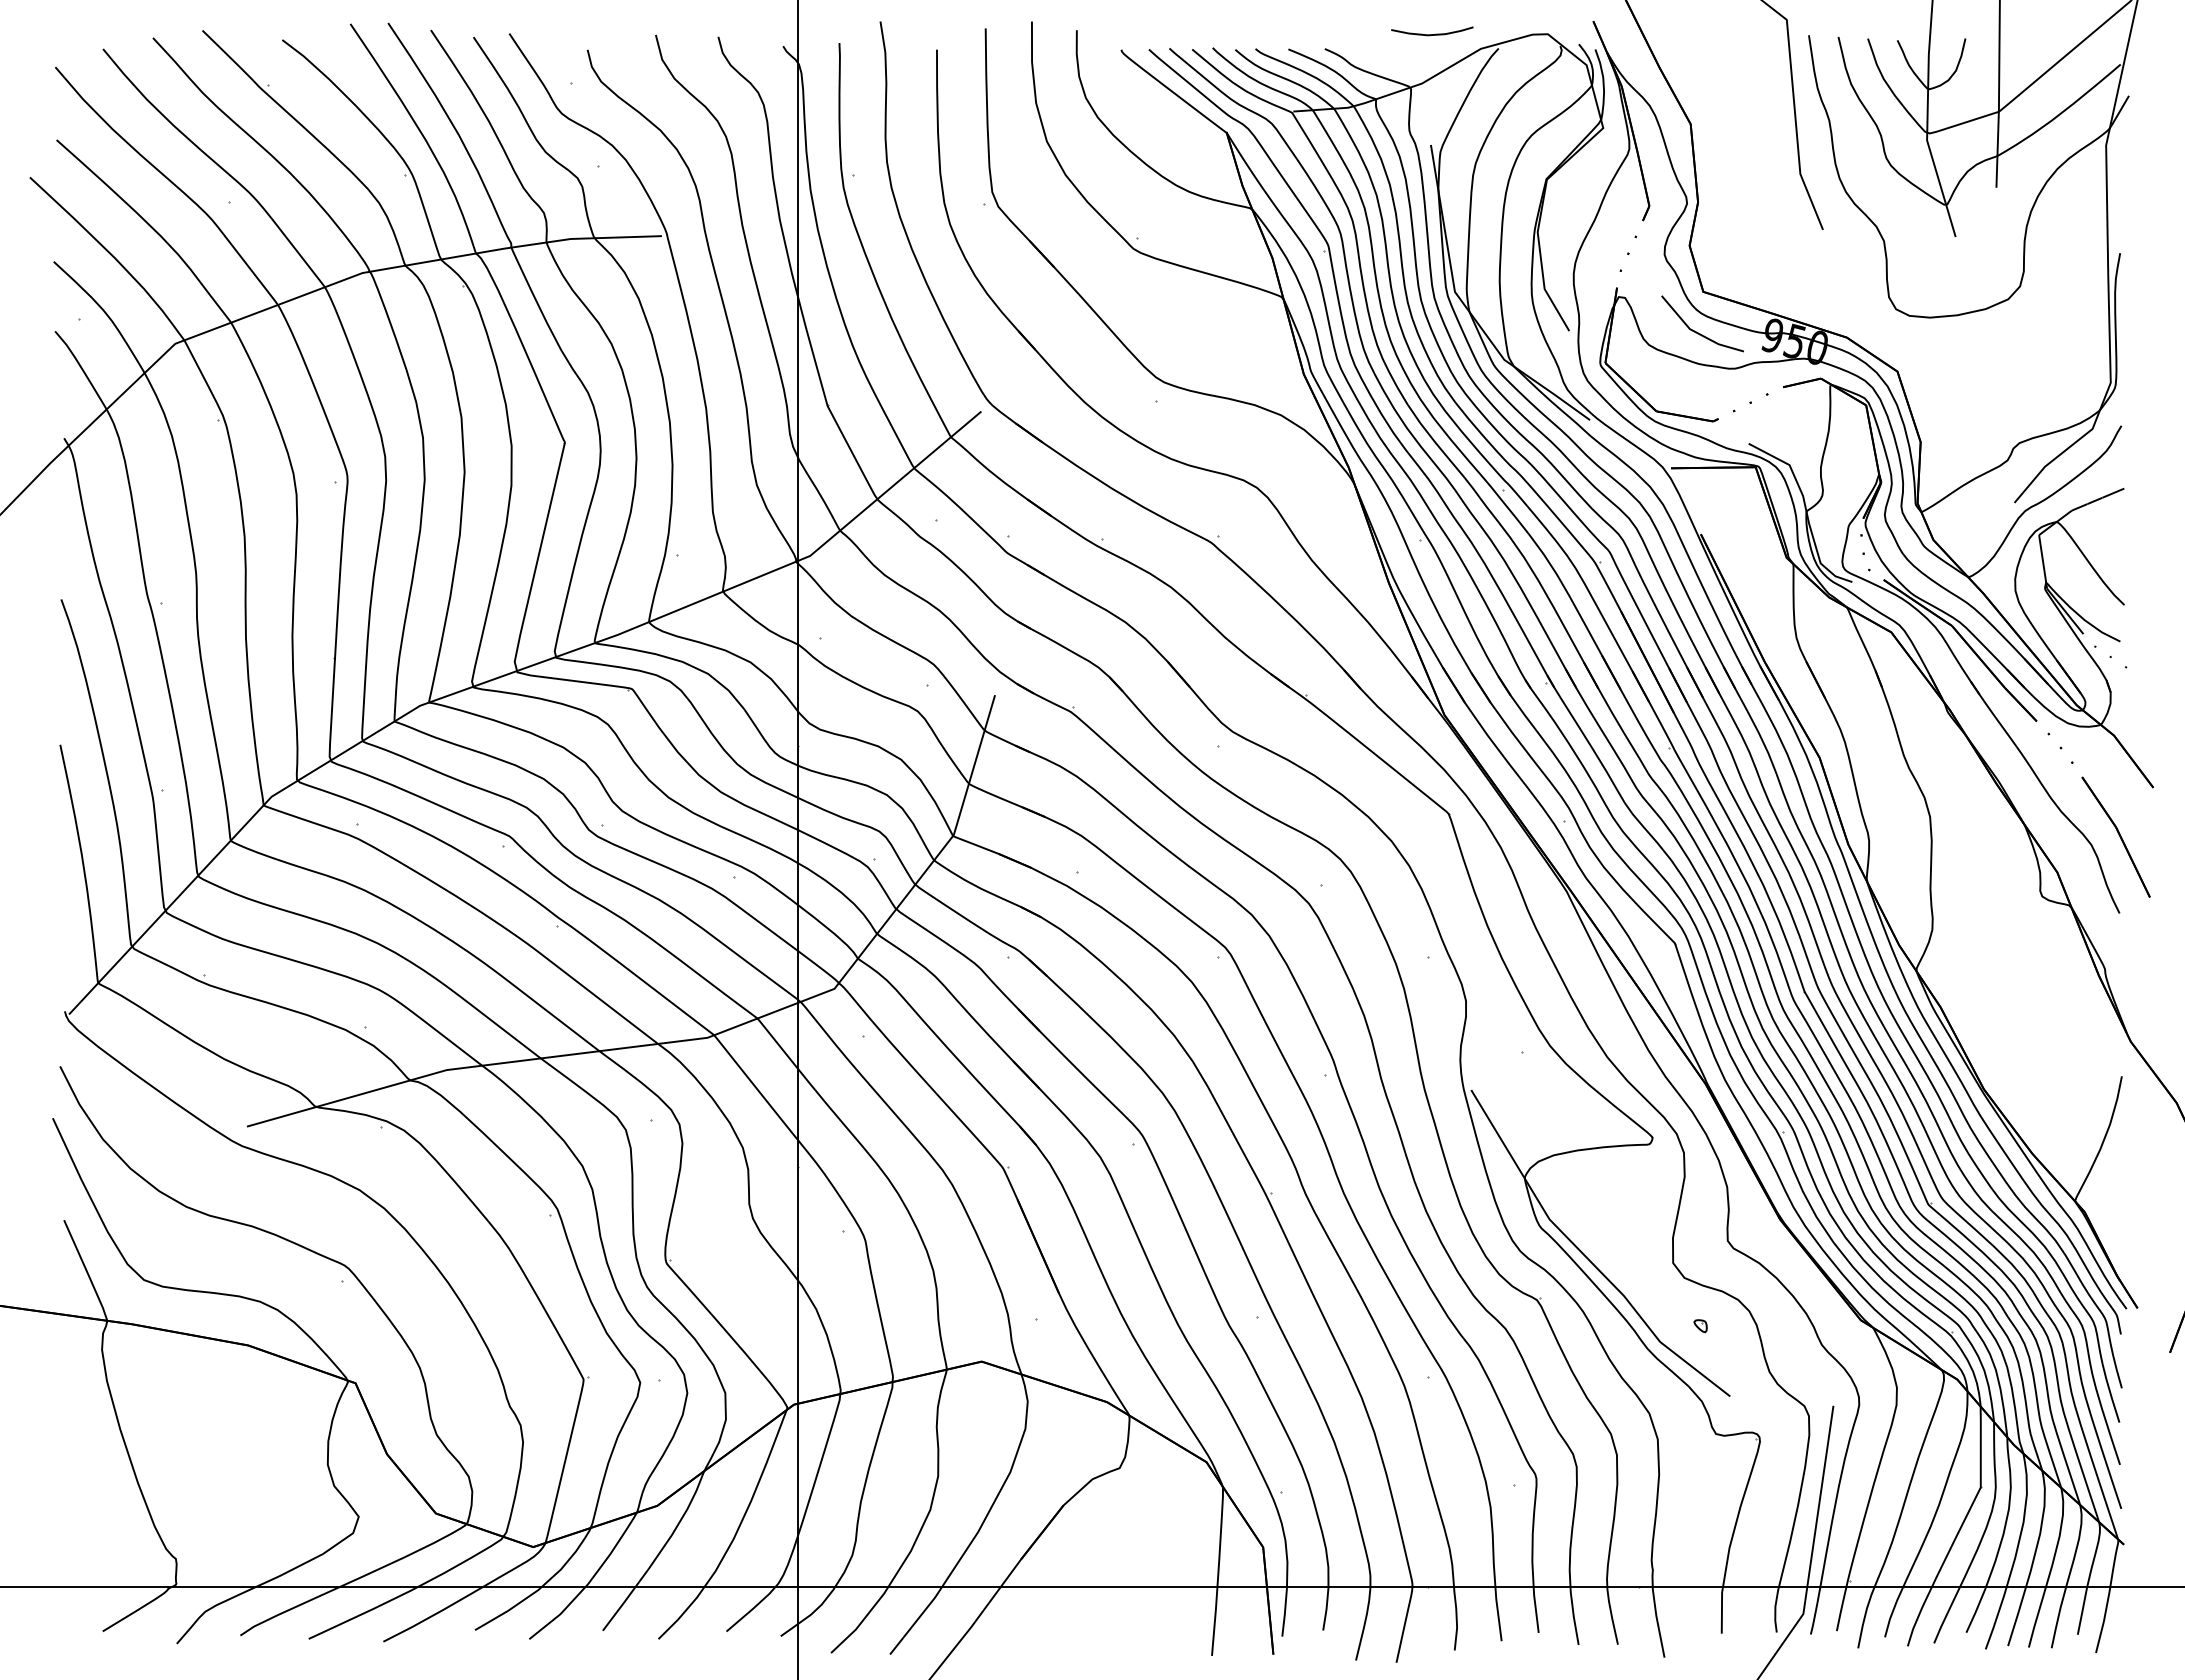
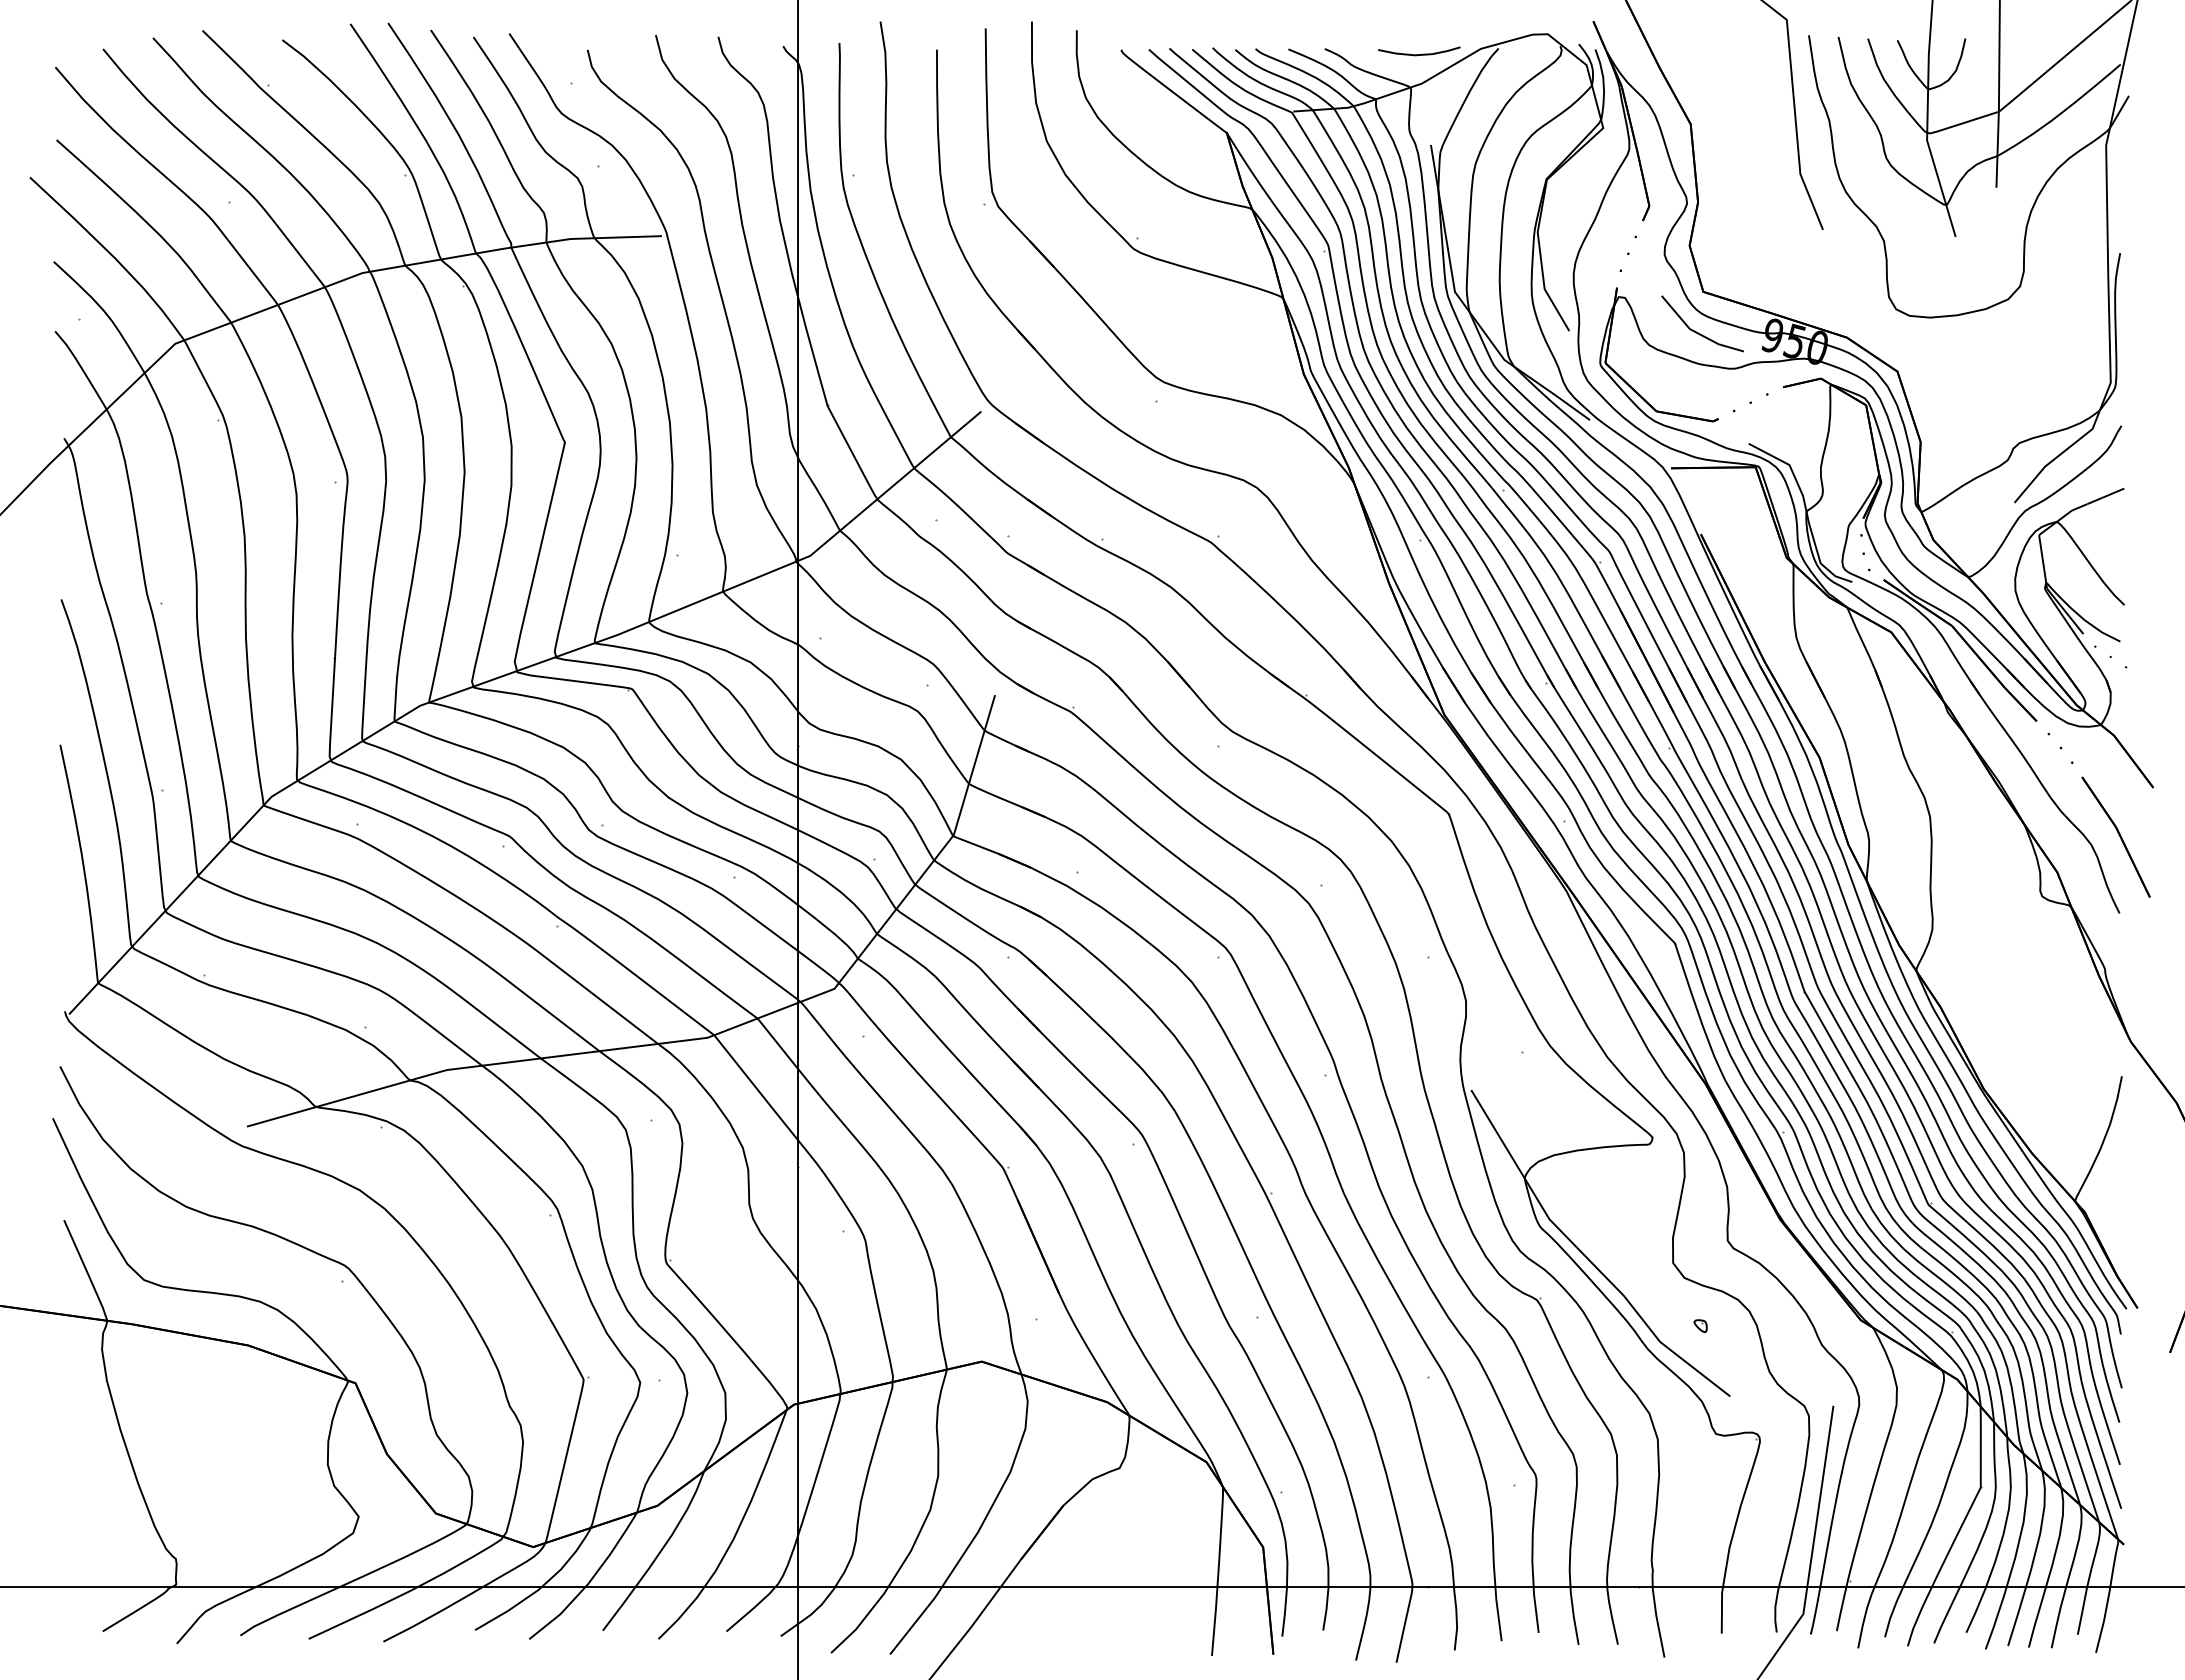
curve at (1432, 34) position: (1432, 34) -> (1419, 54)
